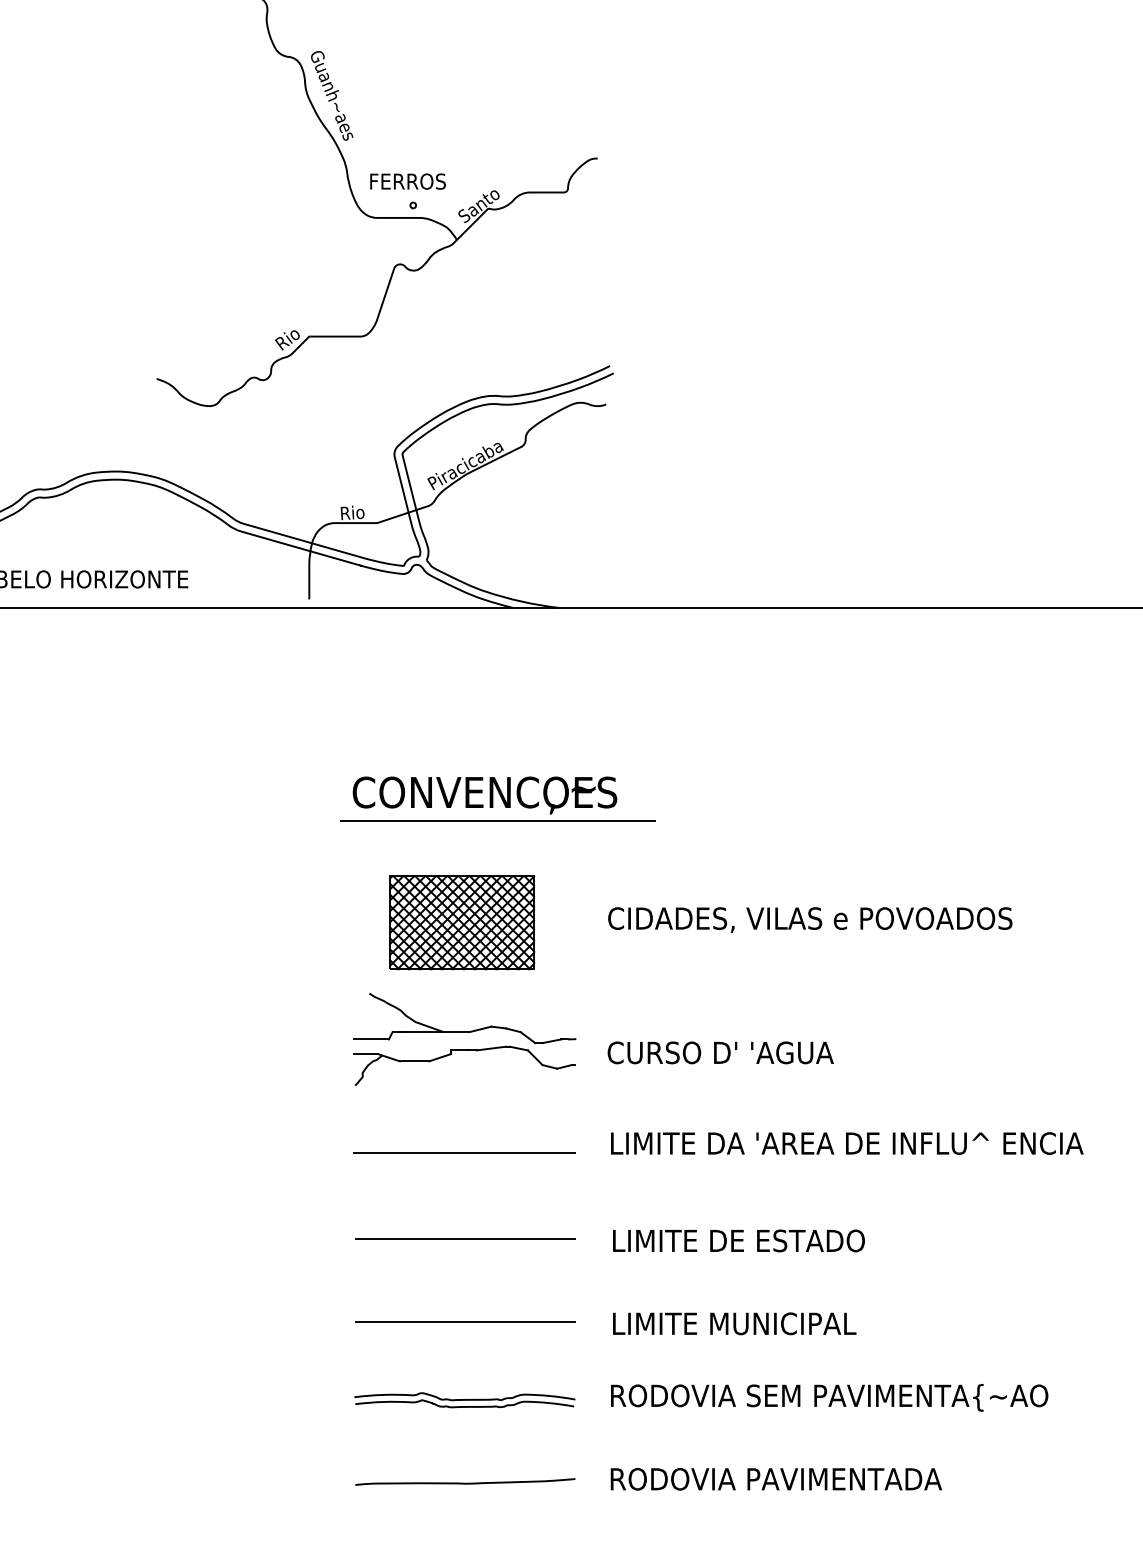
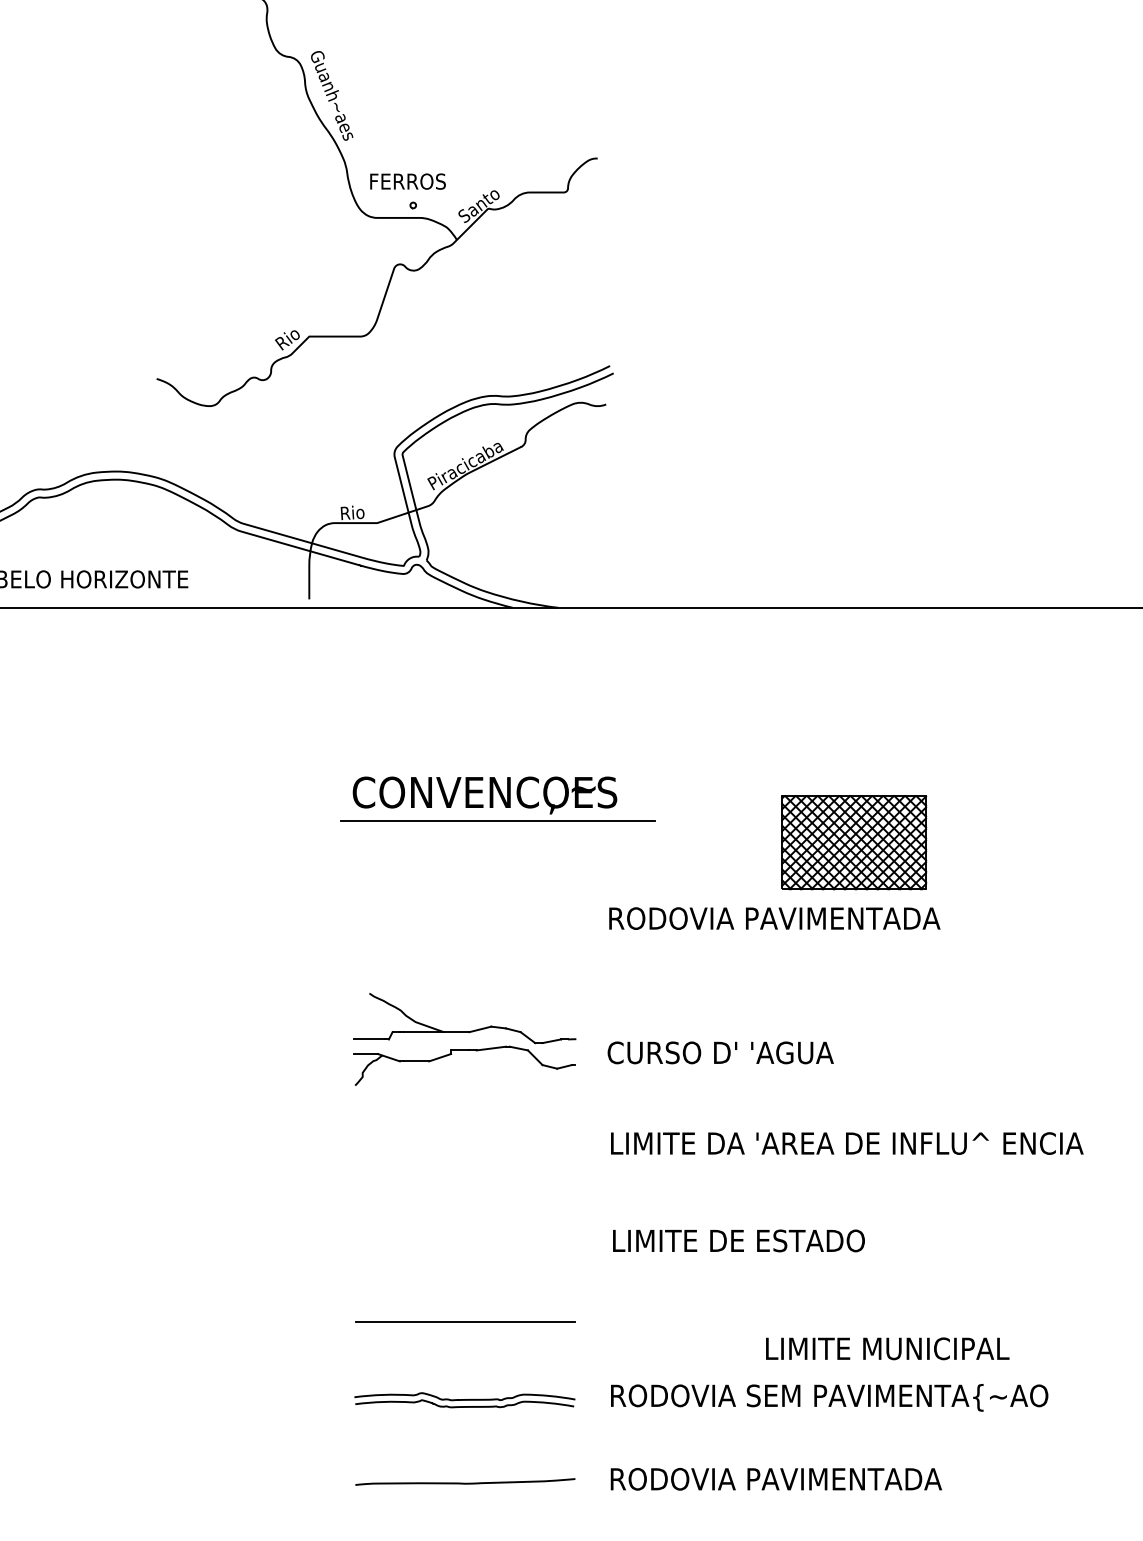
text at (810, 920): CIDADES, VILAS e POVOADOS -> RODOVIA PAVIMENTADA
part at (462, 922) position: (462, 922) -> (854, 842)
line at (464, 1153): present -> none
line at (465, 1239): present -> none
text at (734, 1323) position: (734, 1323) -> (887, 1348)
